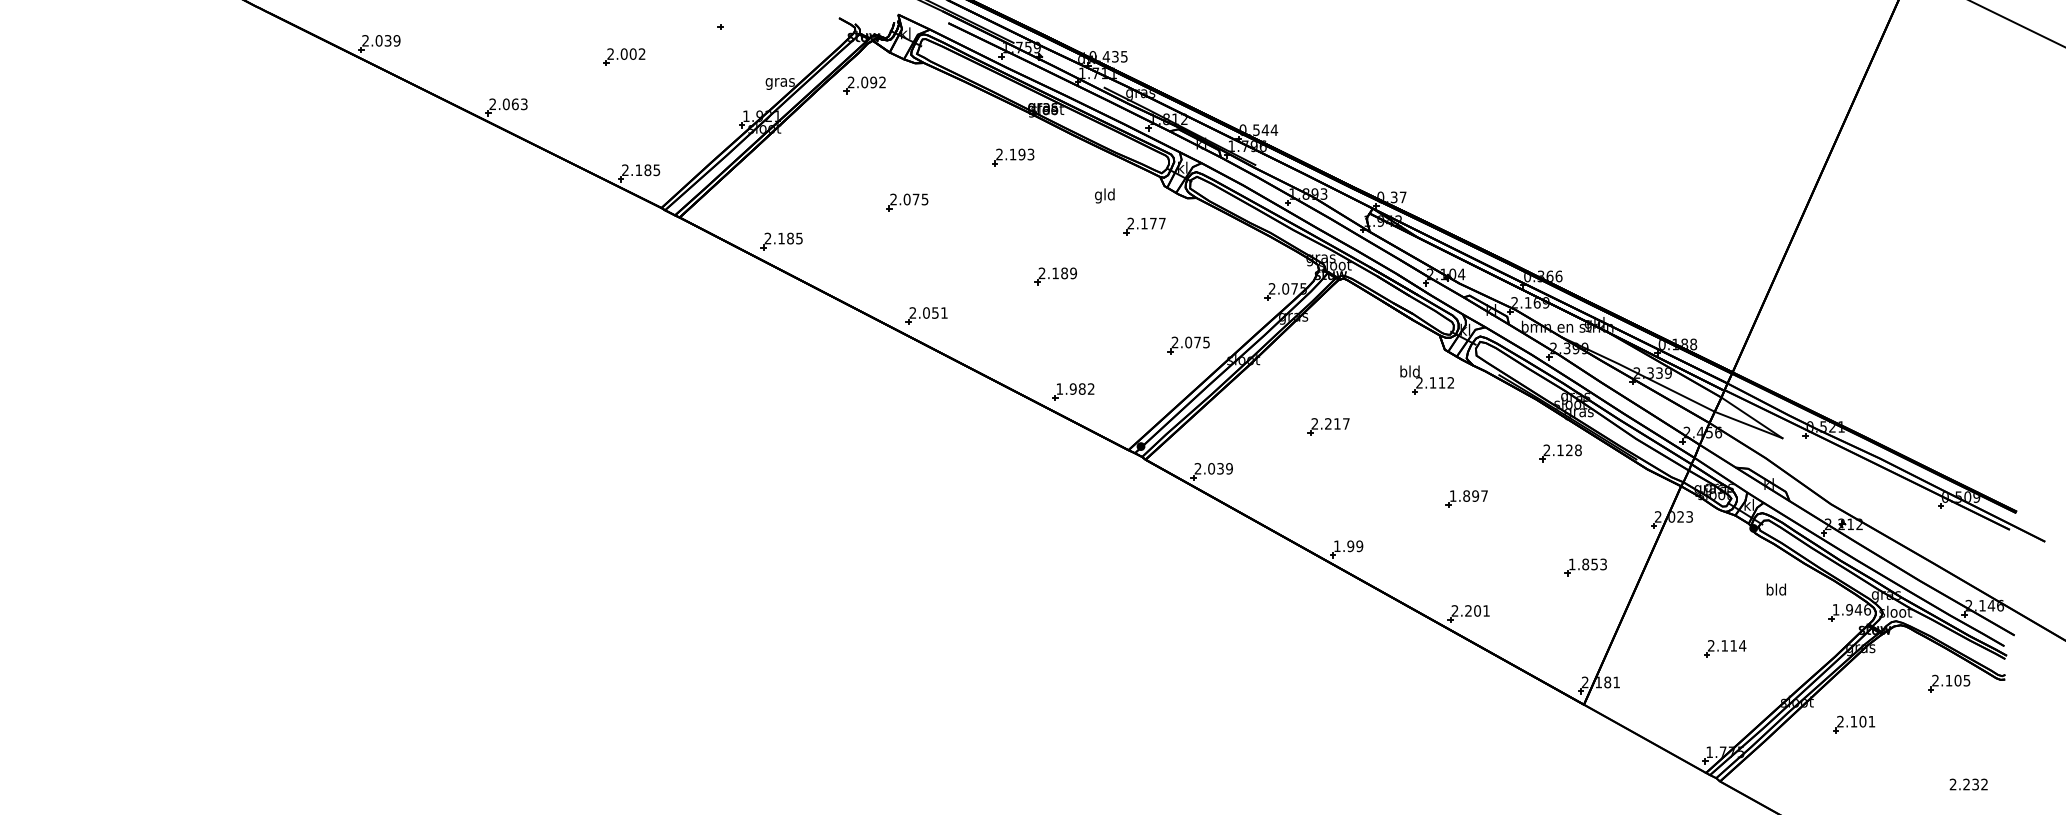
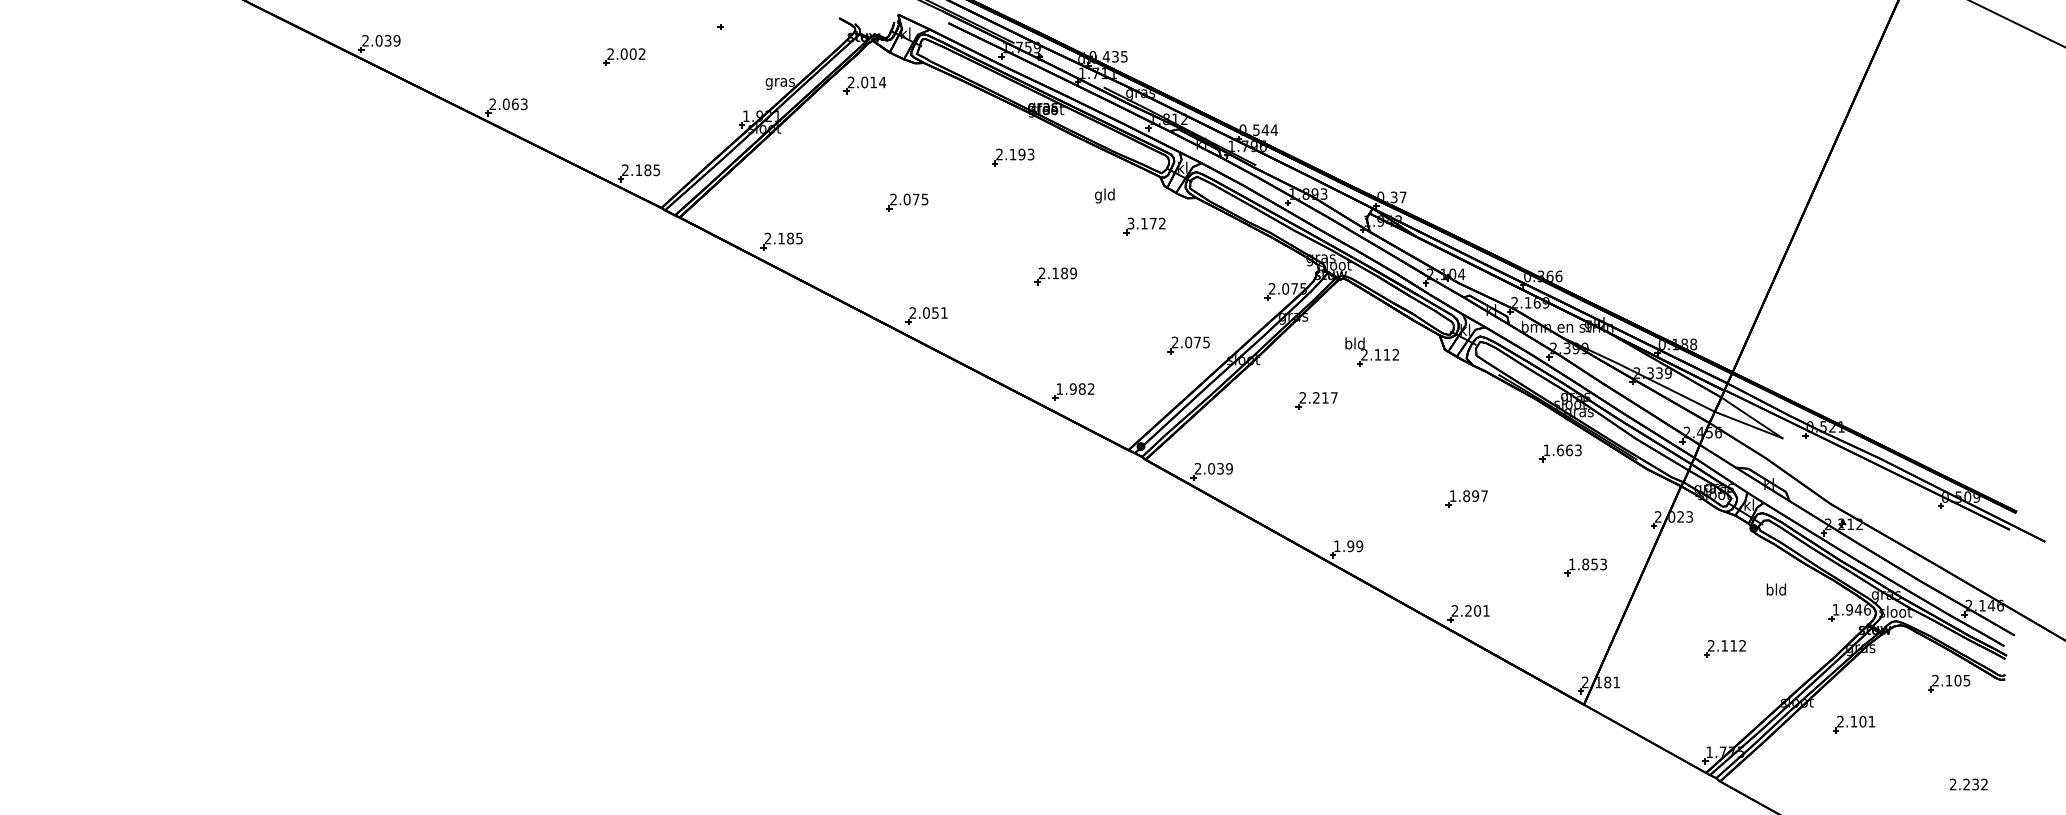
text at (878, 82): 2.092 -> 2.014
text at (1146, 223): 2.177 -> 3.172
part at (1426, 379) position: (1426, 379) -> (1371, 351)
part at (1328, 426) position: (1328, 426) -> (1316, 400)
text at (1562, 450): 2.128 -> 1.663
text at (1742, 645): 2.114 -> 2.112
